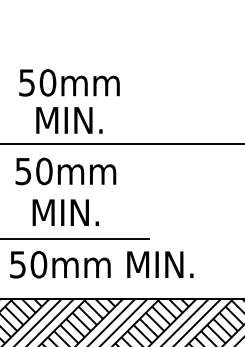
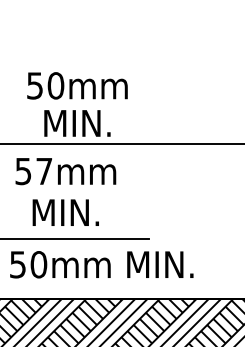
text at (69, 101) position: (69, 101) -> (77, 104)
text at (44, 171): 50mm -> 57mm
